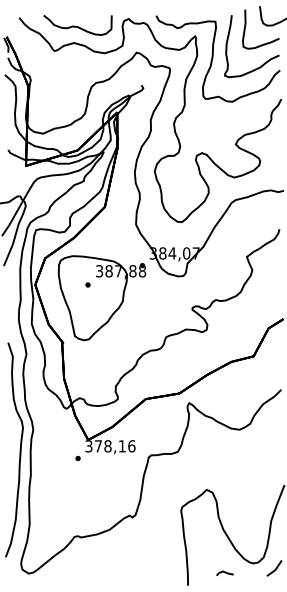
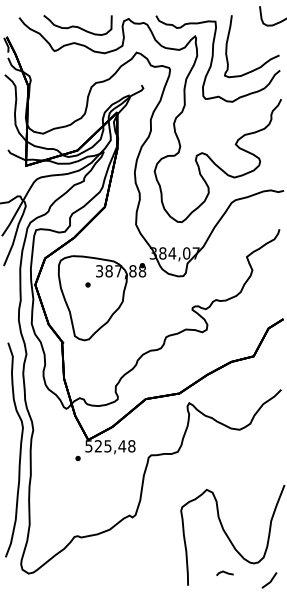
curve at (266, 42): present -> none
text at (110, 446): 378,16 -> 525,48
line at (275, 568) position: (275, 568) -> (270, 580)
